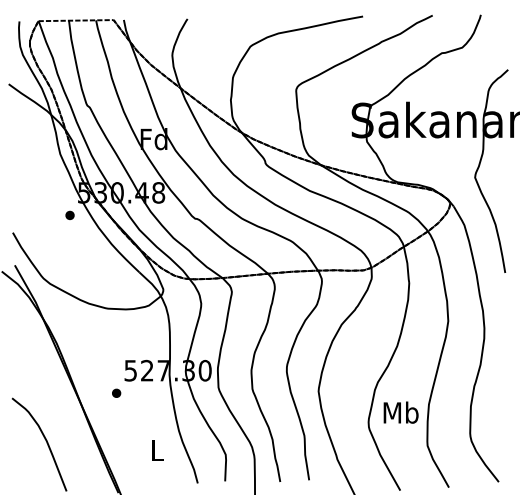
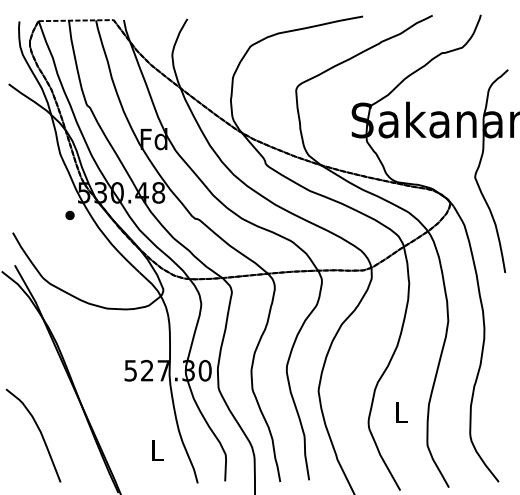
part at (116, 392): present -> none
text at (400, 412): Mb -> L
curve at (45, 441) position: (45, 441) -> (39, 432)
